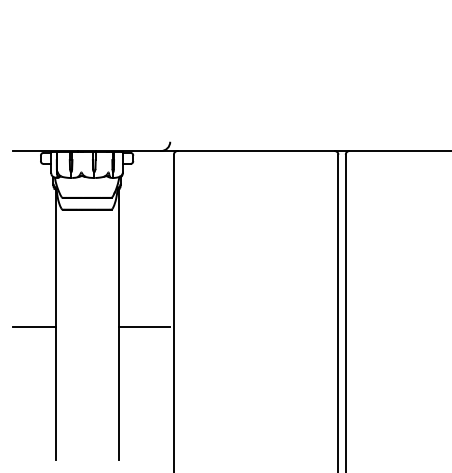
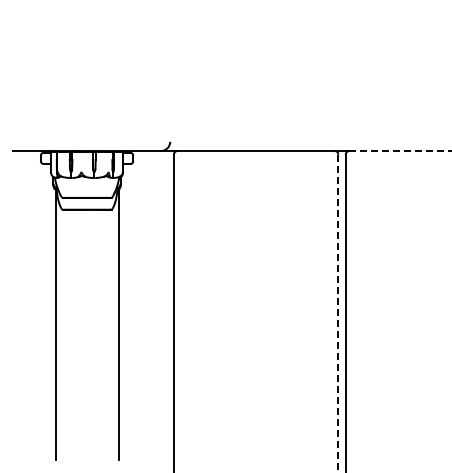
line at (401, 151): solid -> dashed
line at (338, 313): solid -> dashed
line at (34, 326): present -> none
line at (144, 326): present -> none
